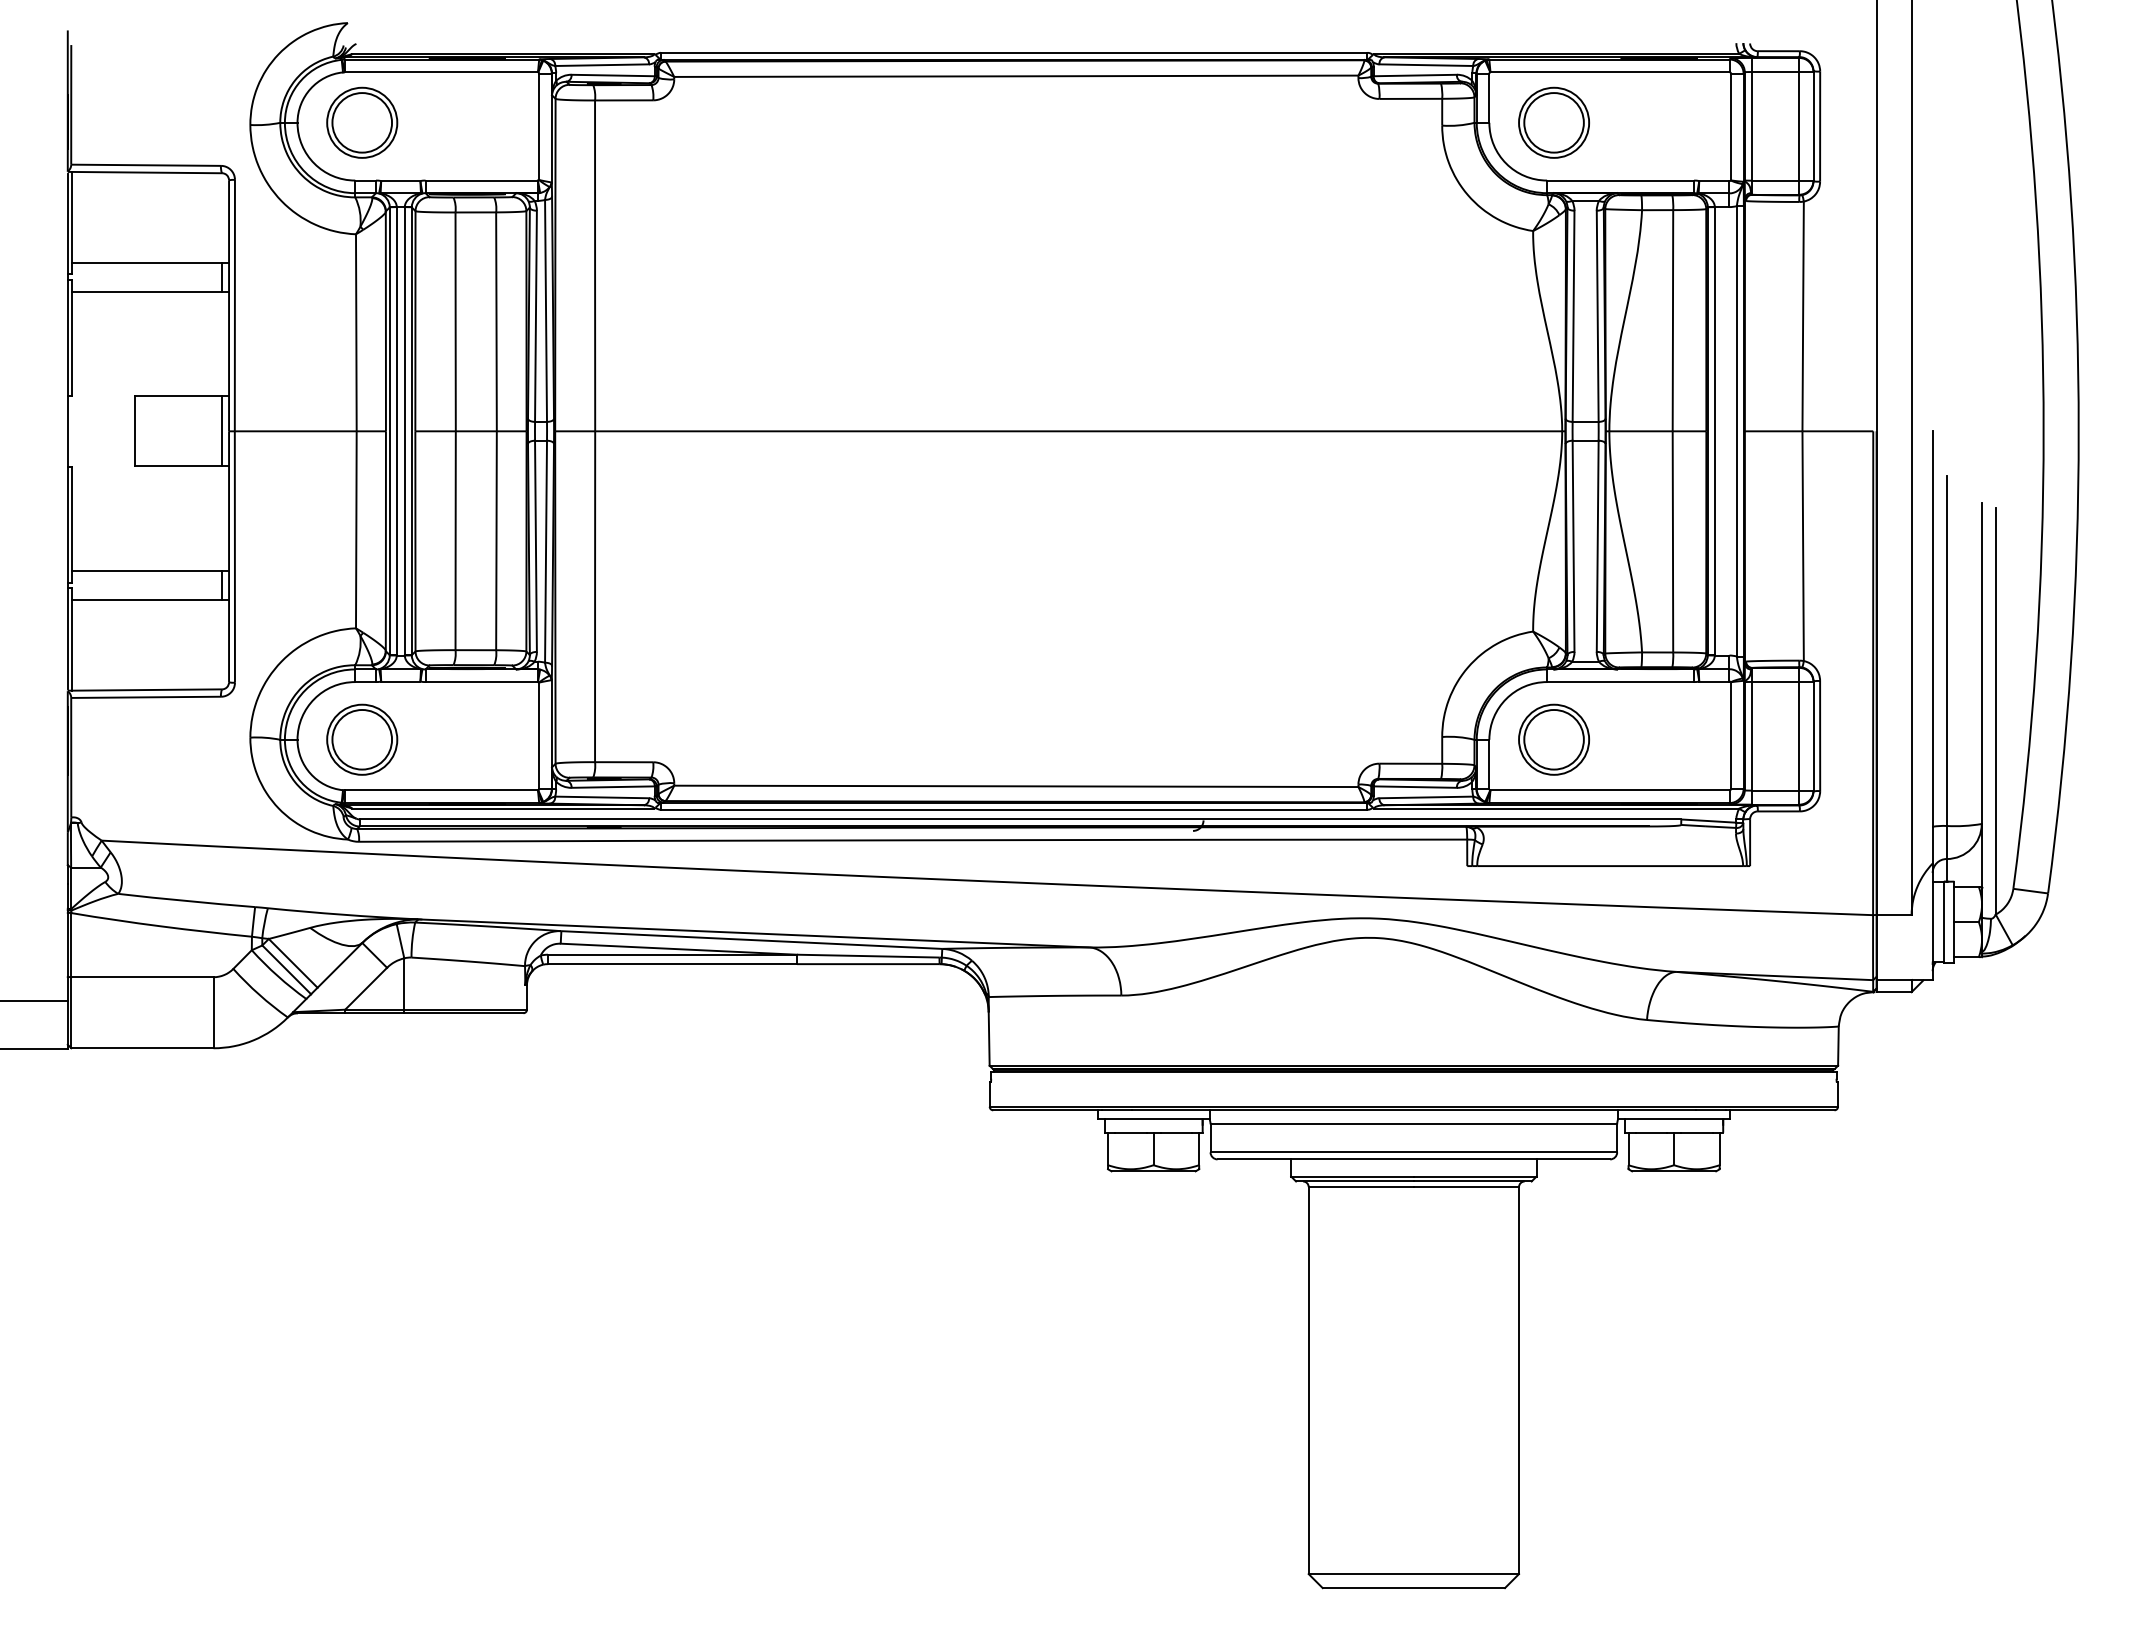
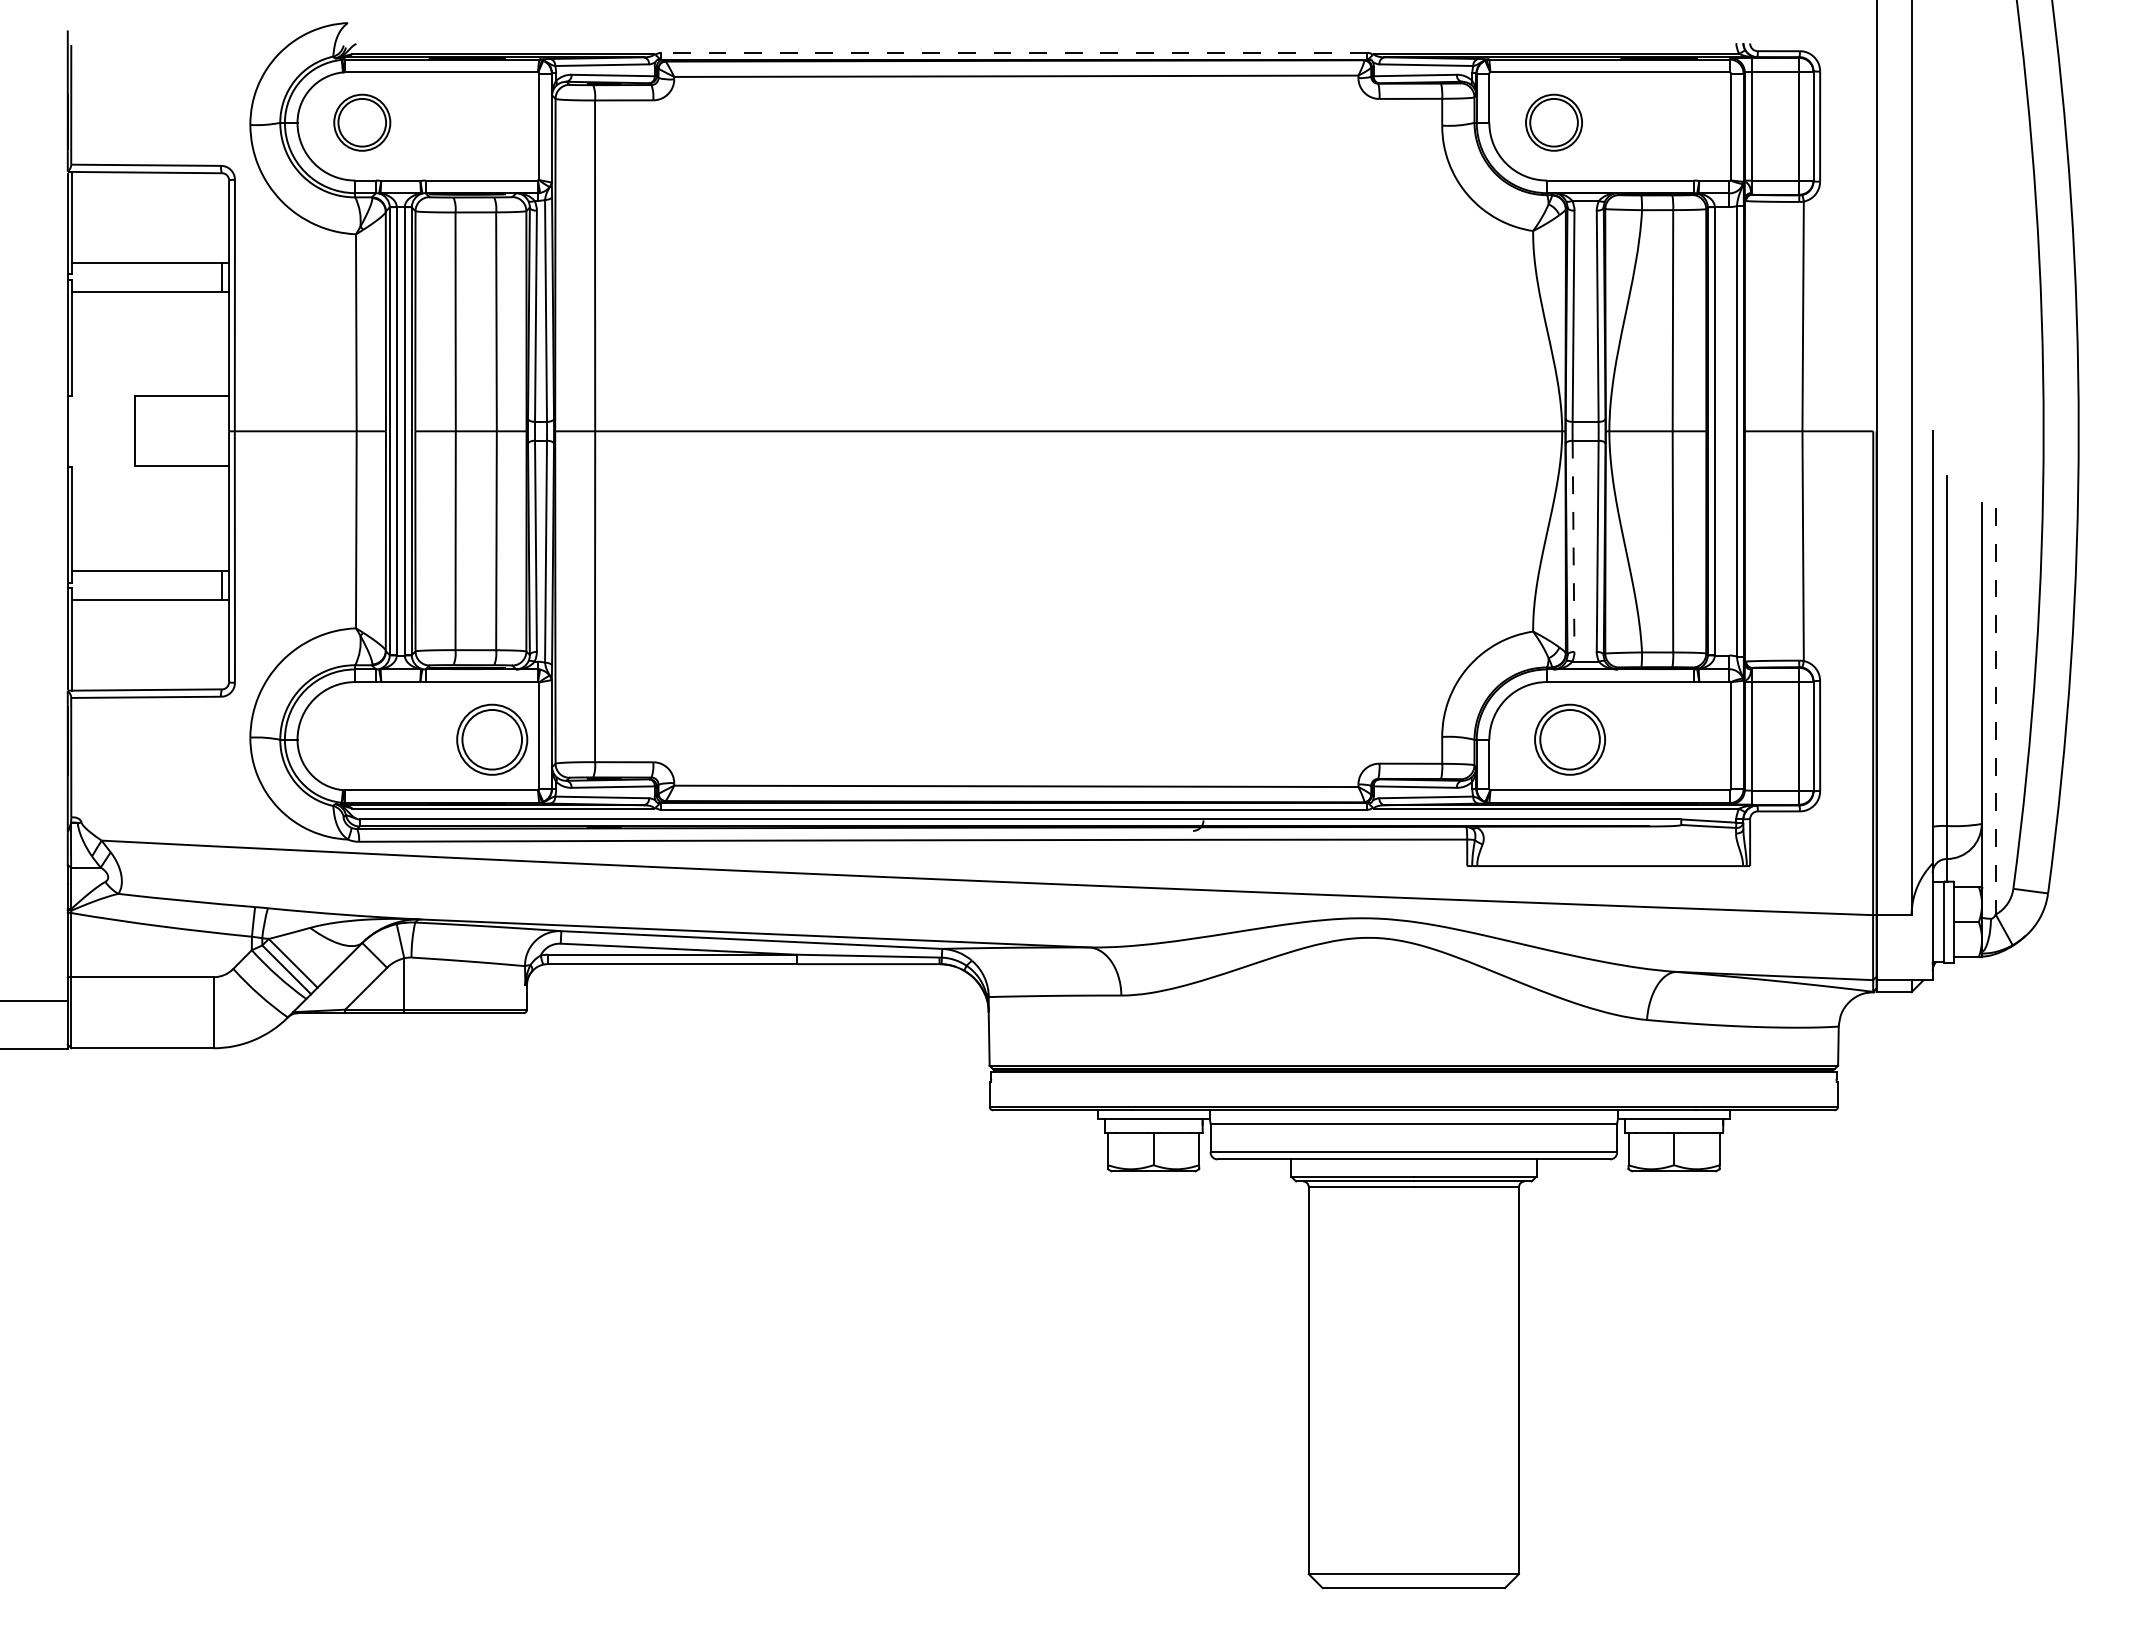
line at (1013, 52): solid -> dashed
part at (362, 122) size: 73x73 px -> 59x59 px
part at (1553, 122) size: 72x73 px -> 58x59 px
line at (222, 431): present -> none
line at (1573, 546): solid -> dashed
line at (1995, 712): solid -> dashed
part at (362, 739) position: (362, 739) -> (492, 739)
part at (1553, 739) position: (1553, 739) -> (1569, 739)
